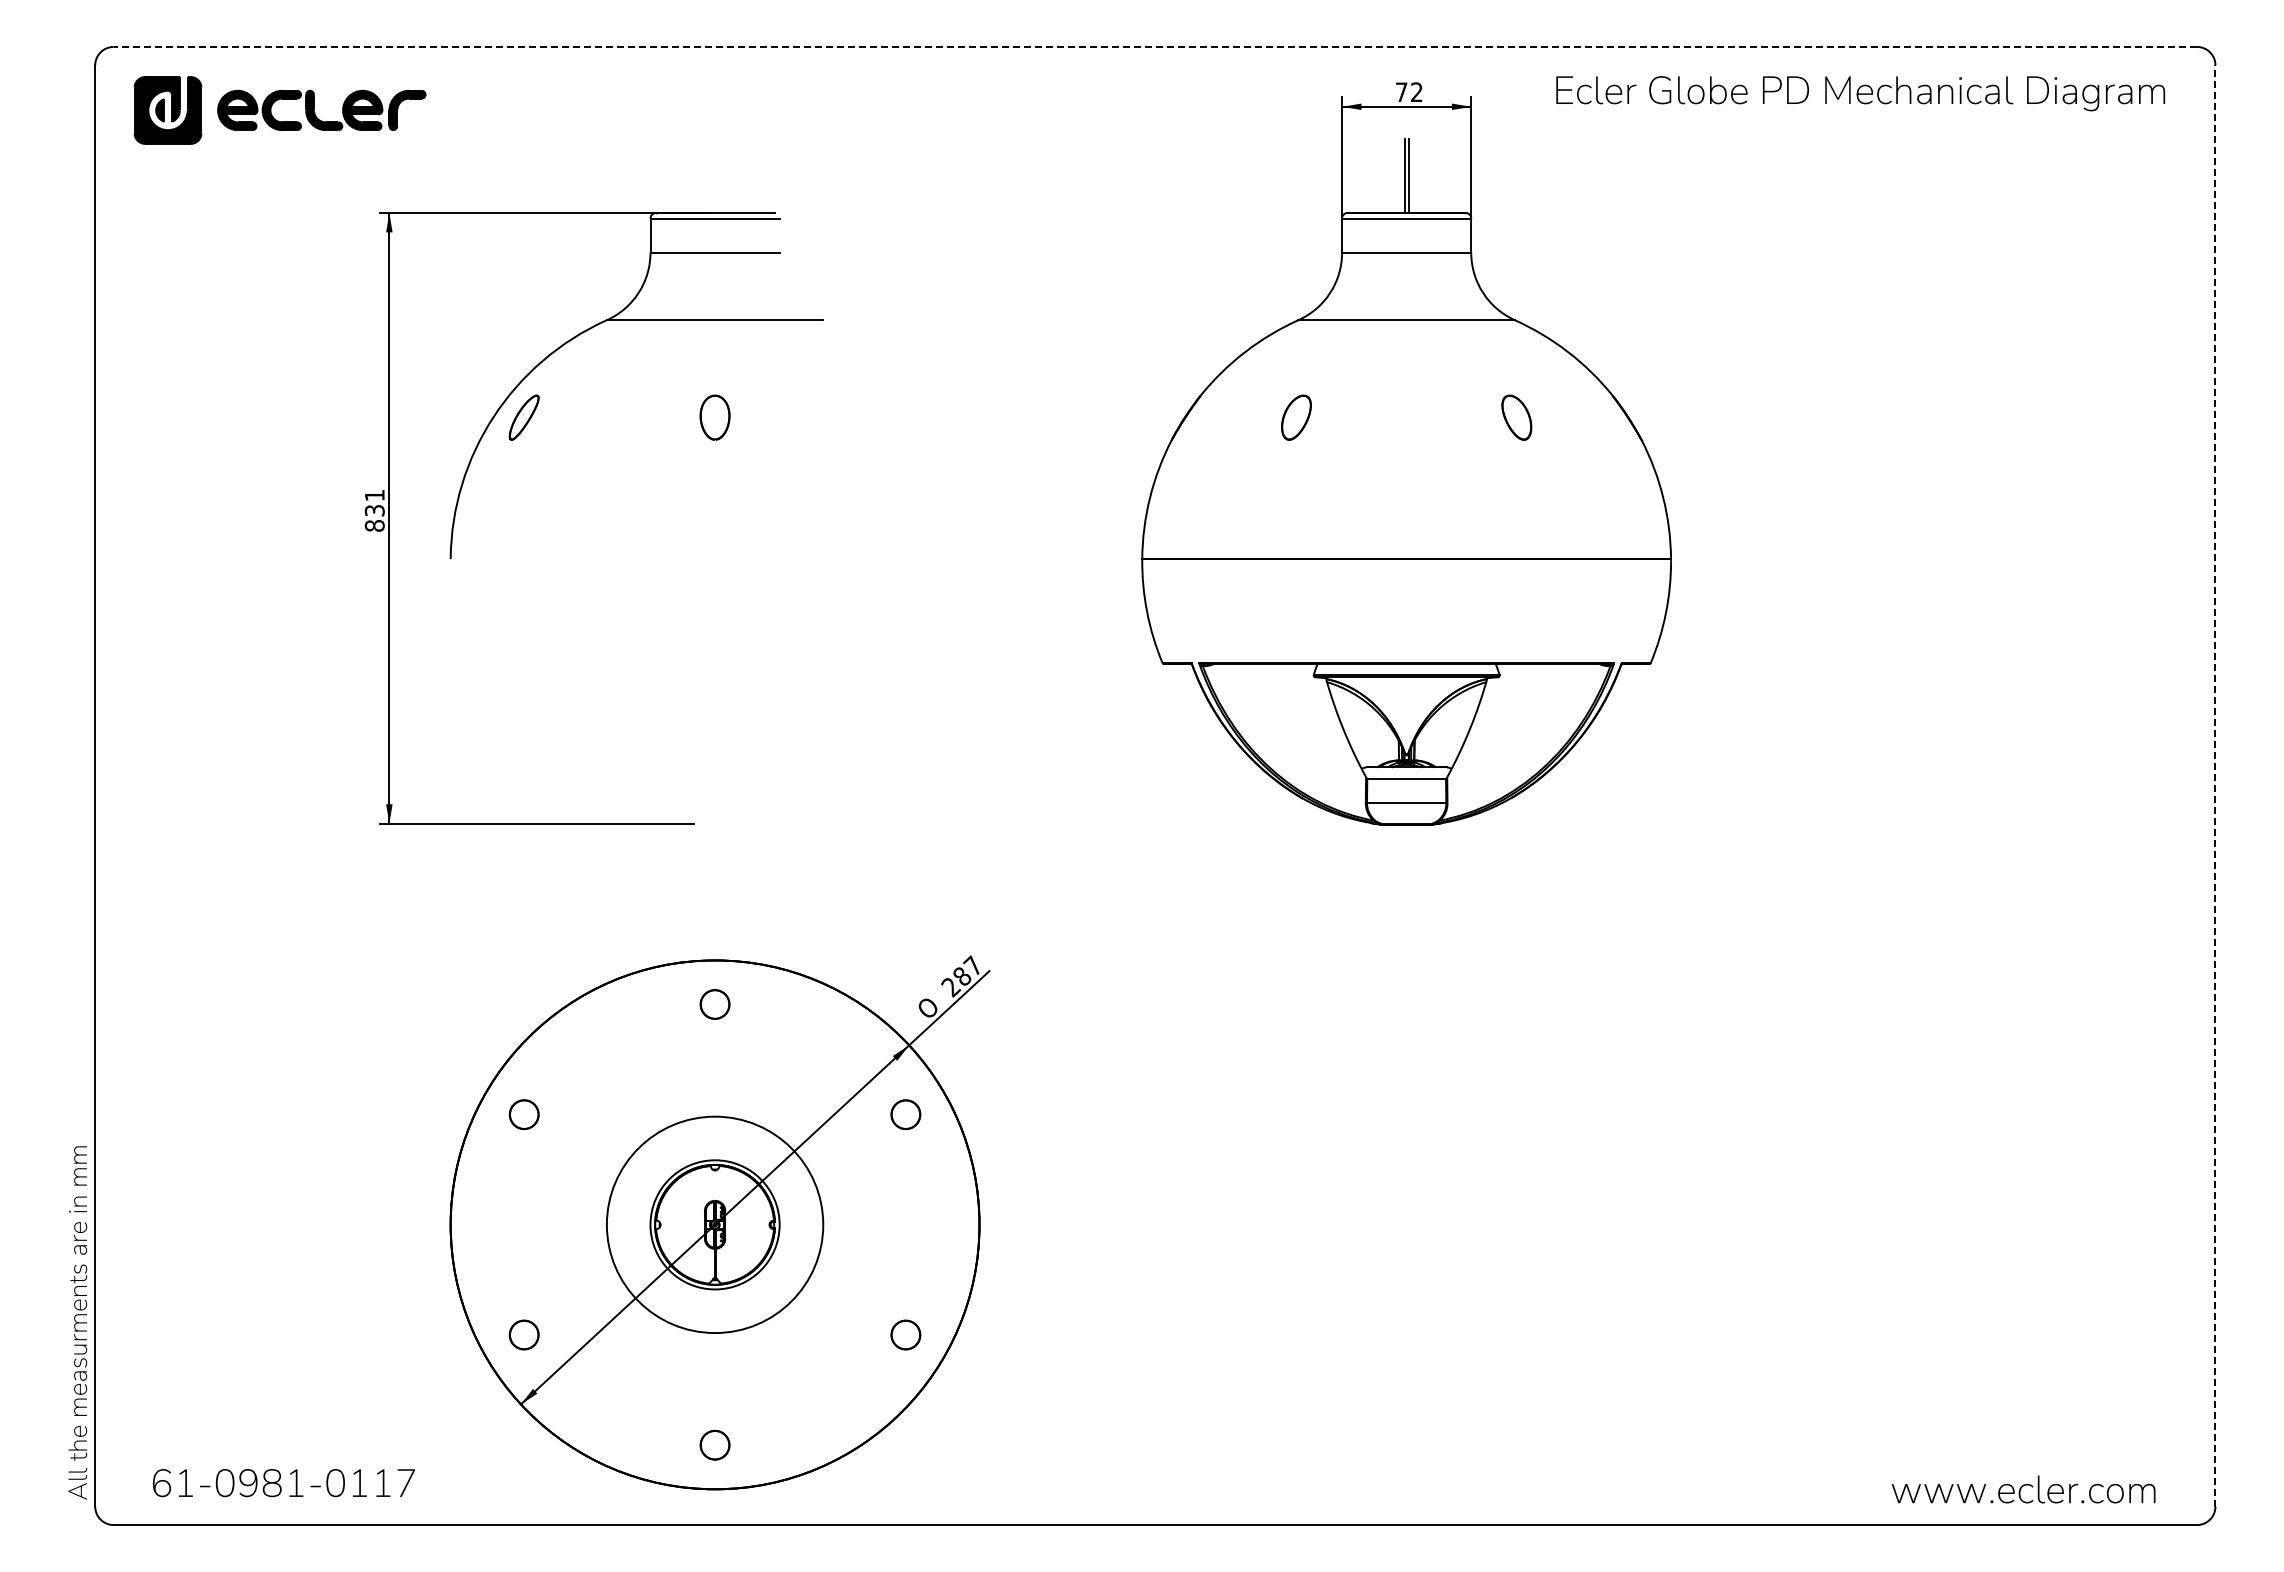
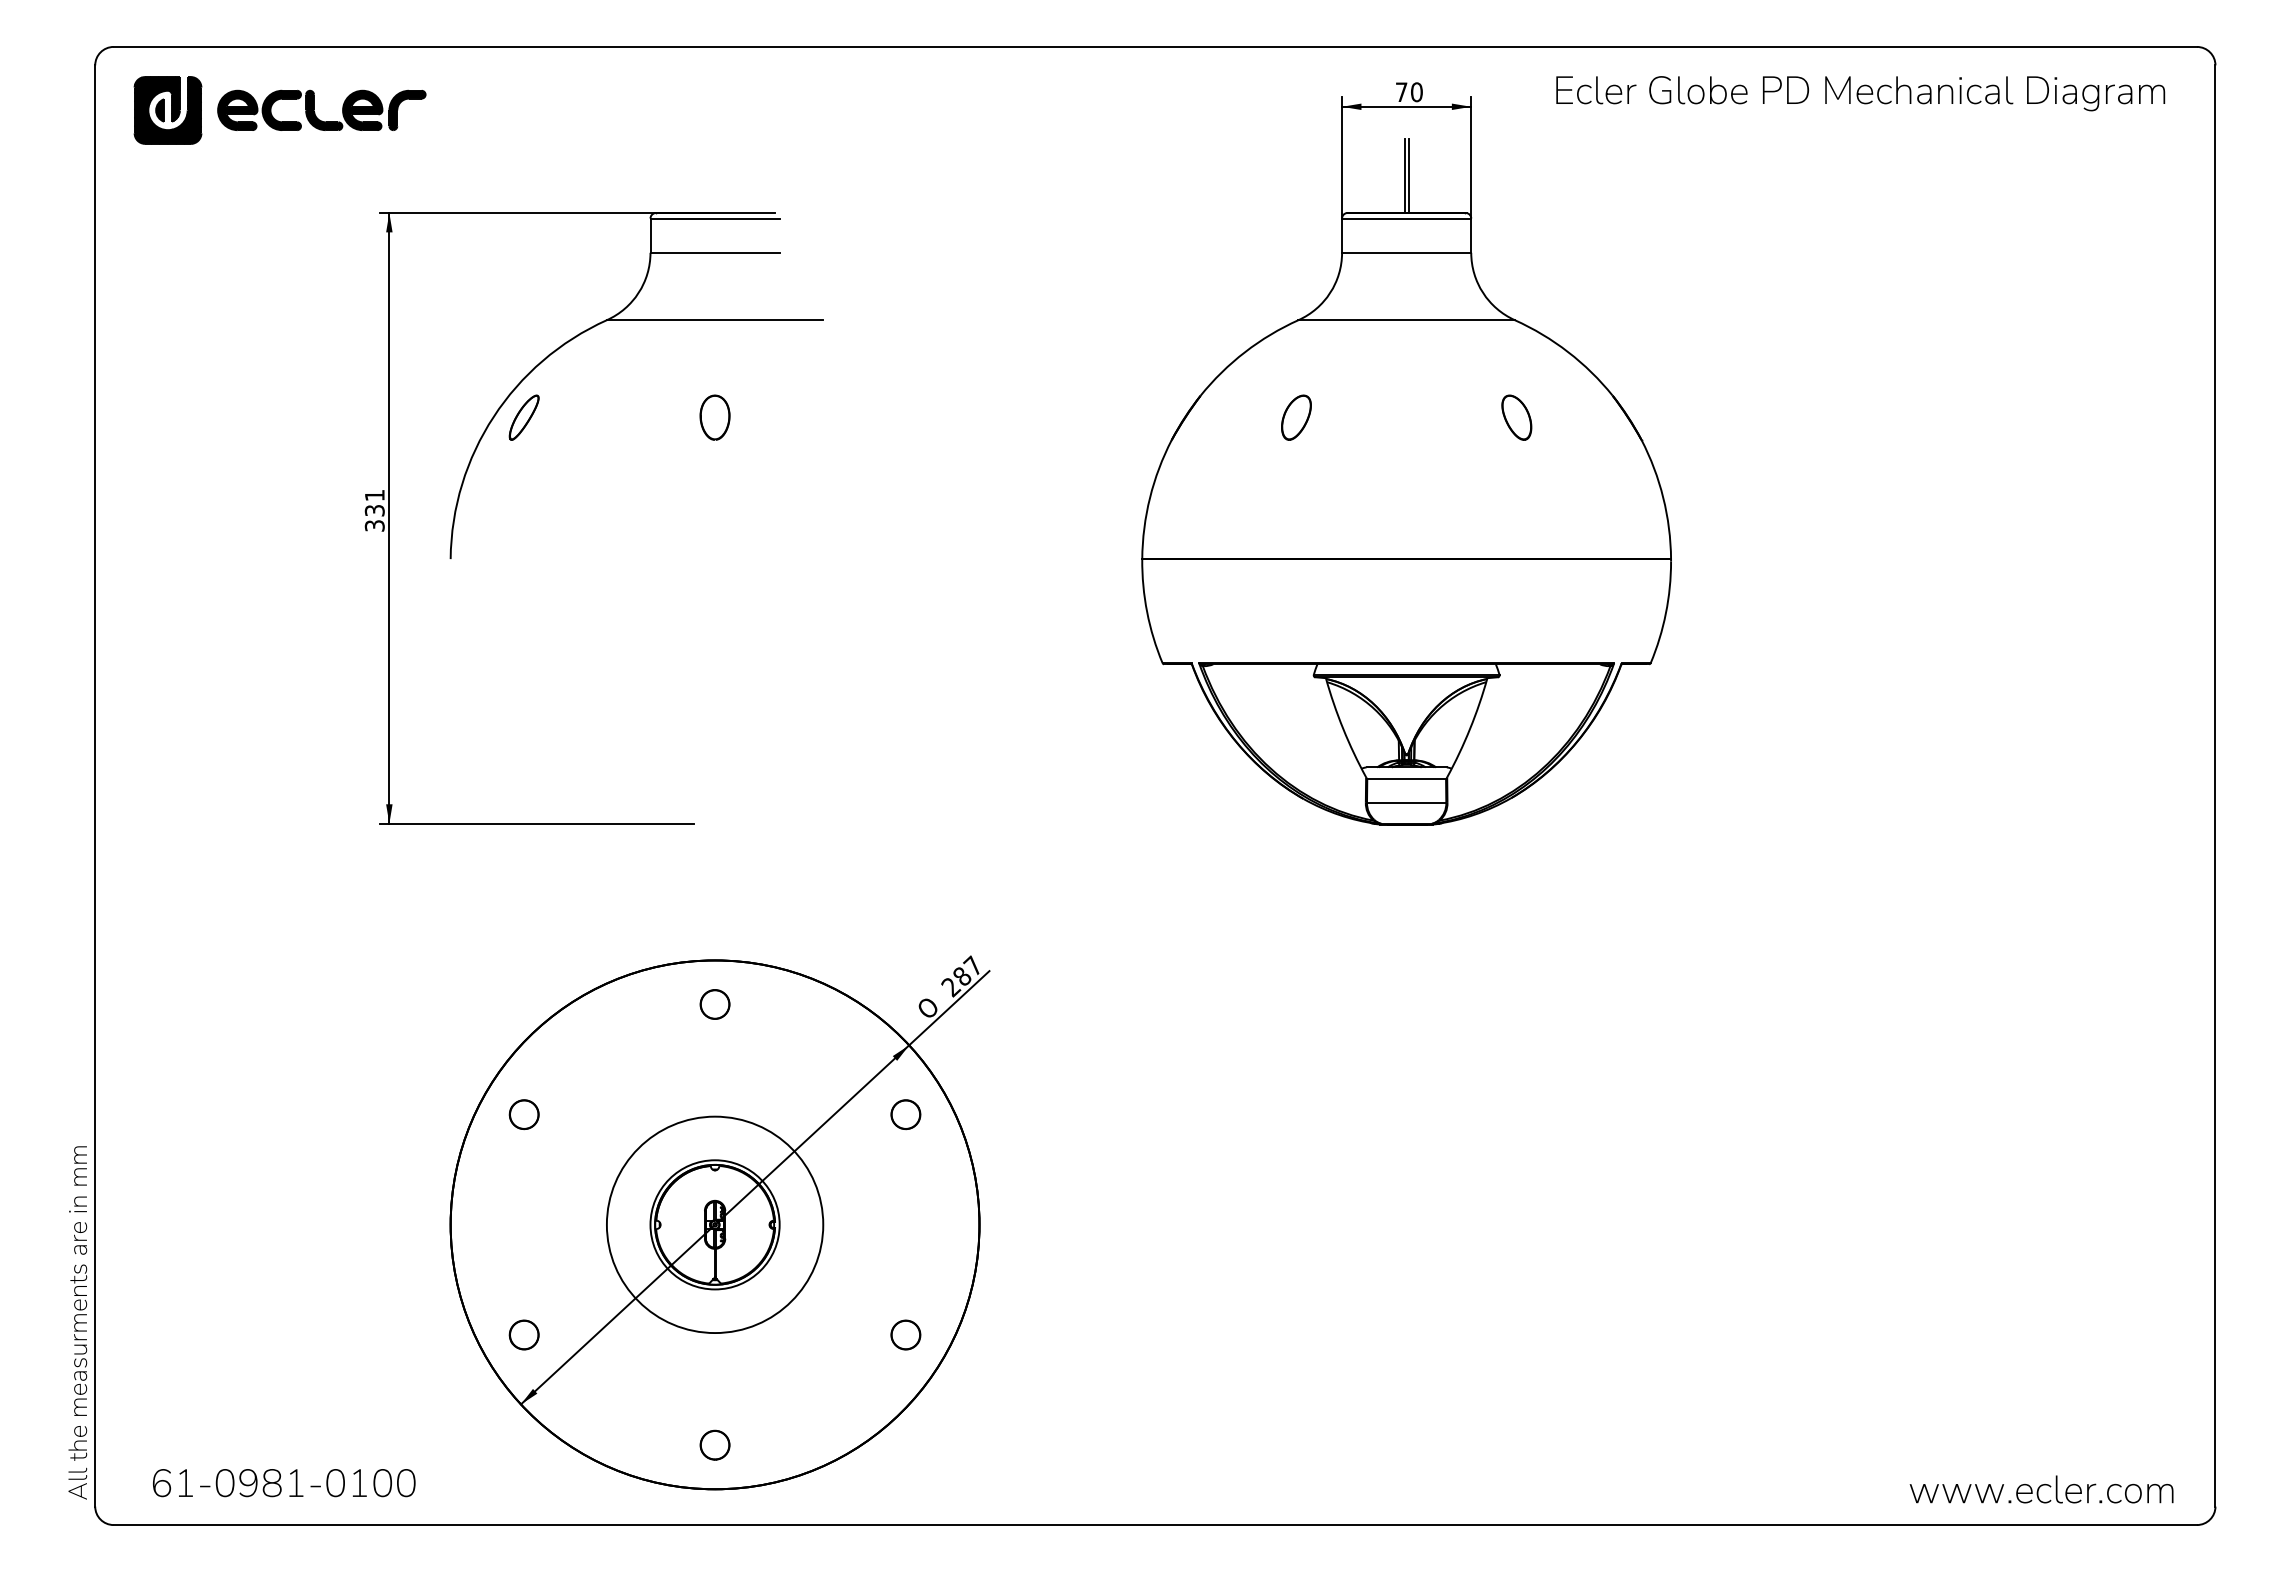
line at (1155, 46): dashed -> solid
text at (1416, 92): 72 -> 70
text at (374, 525): 831 -> 331
line at (2215, 785): dashed -> solid
text at (394, 1483): 61-0981-0117 -> 61-0981-0100
text at (2023, 1489) position: (2023, 1489) -> (2041, 1489)
